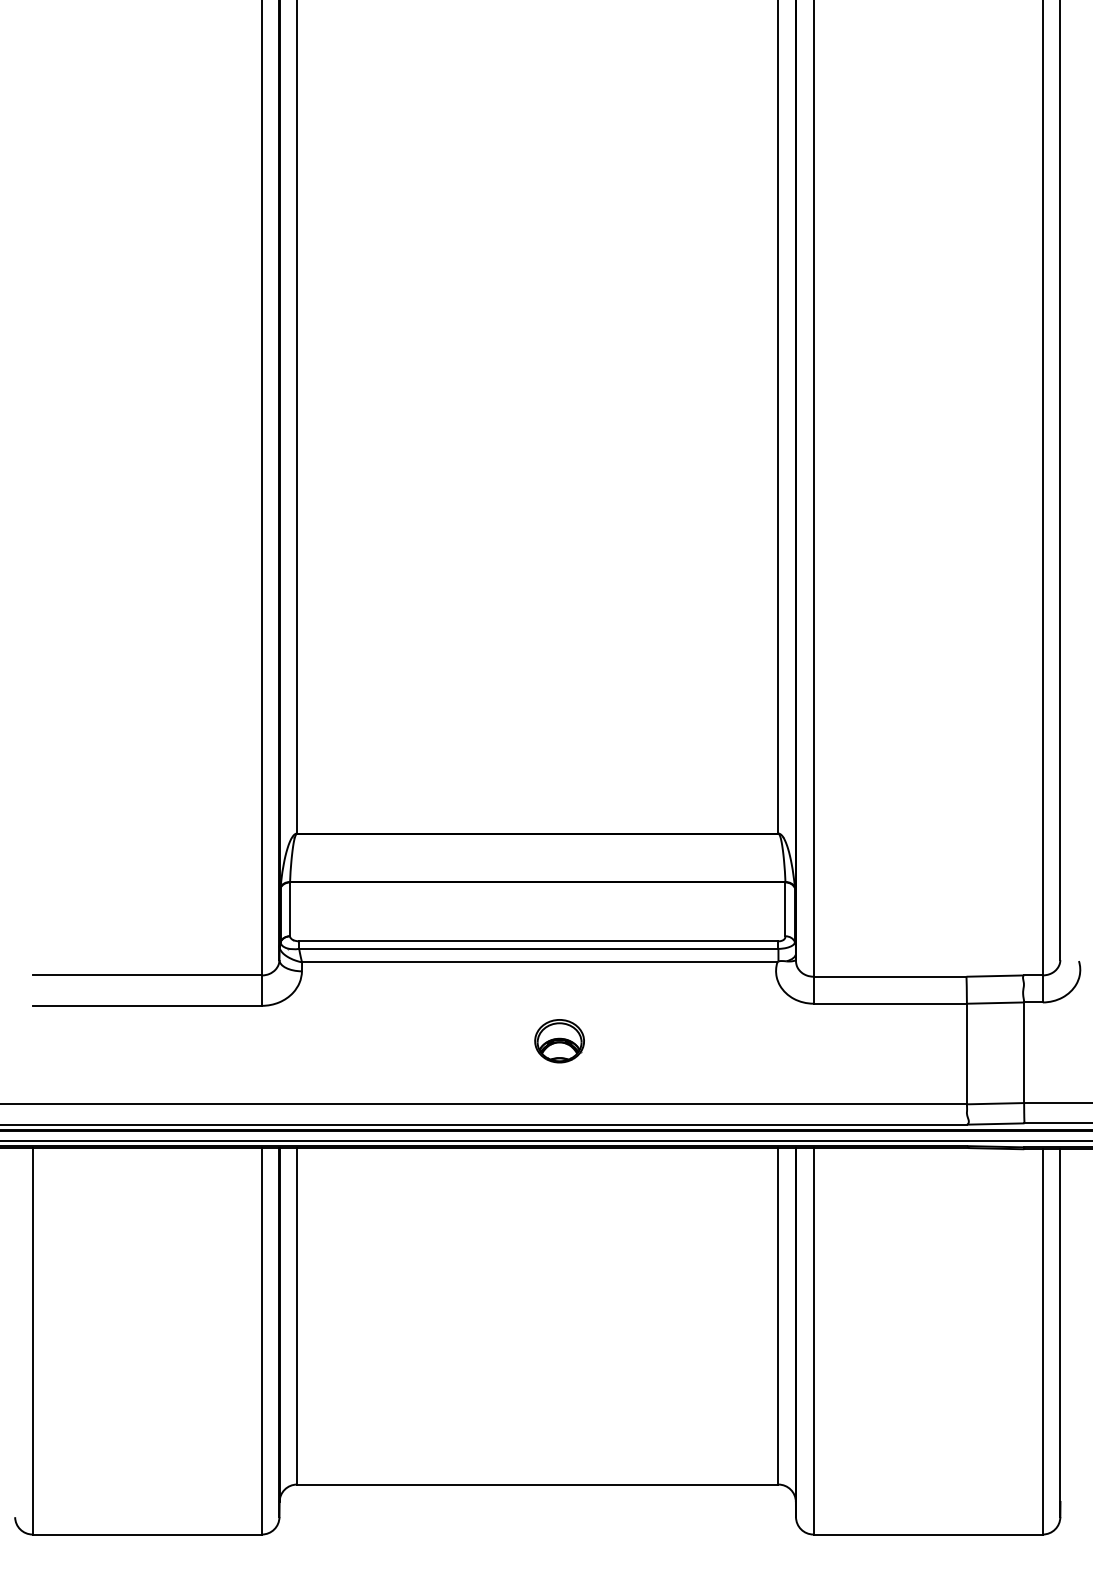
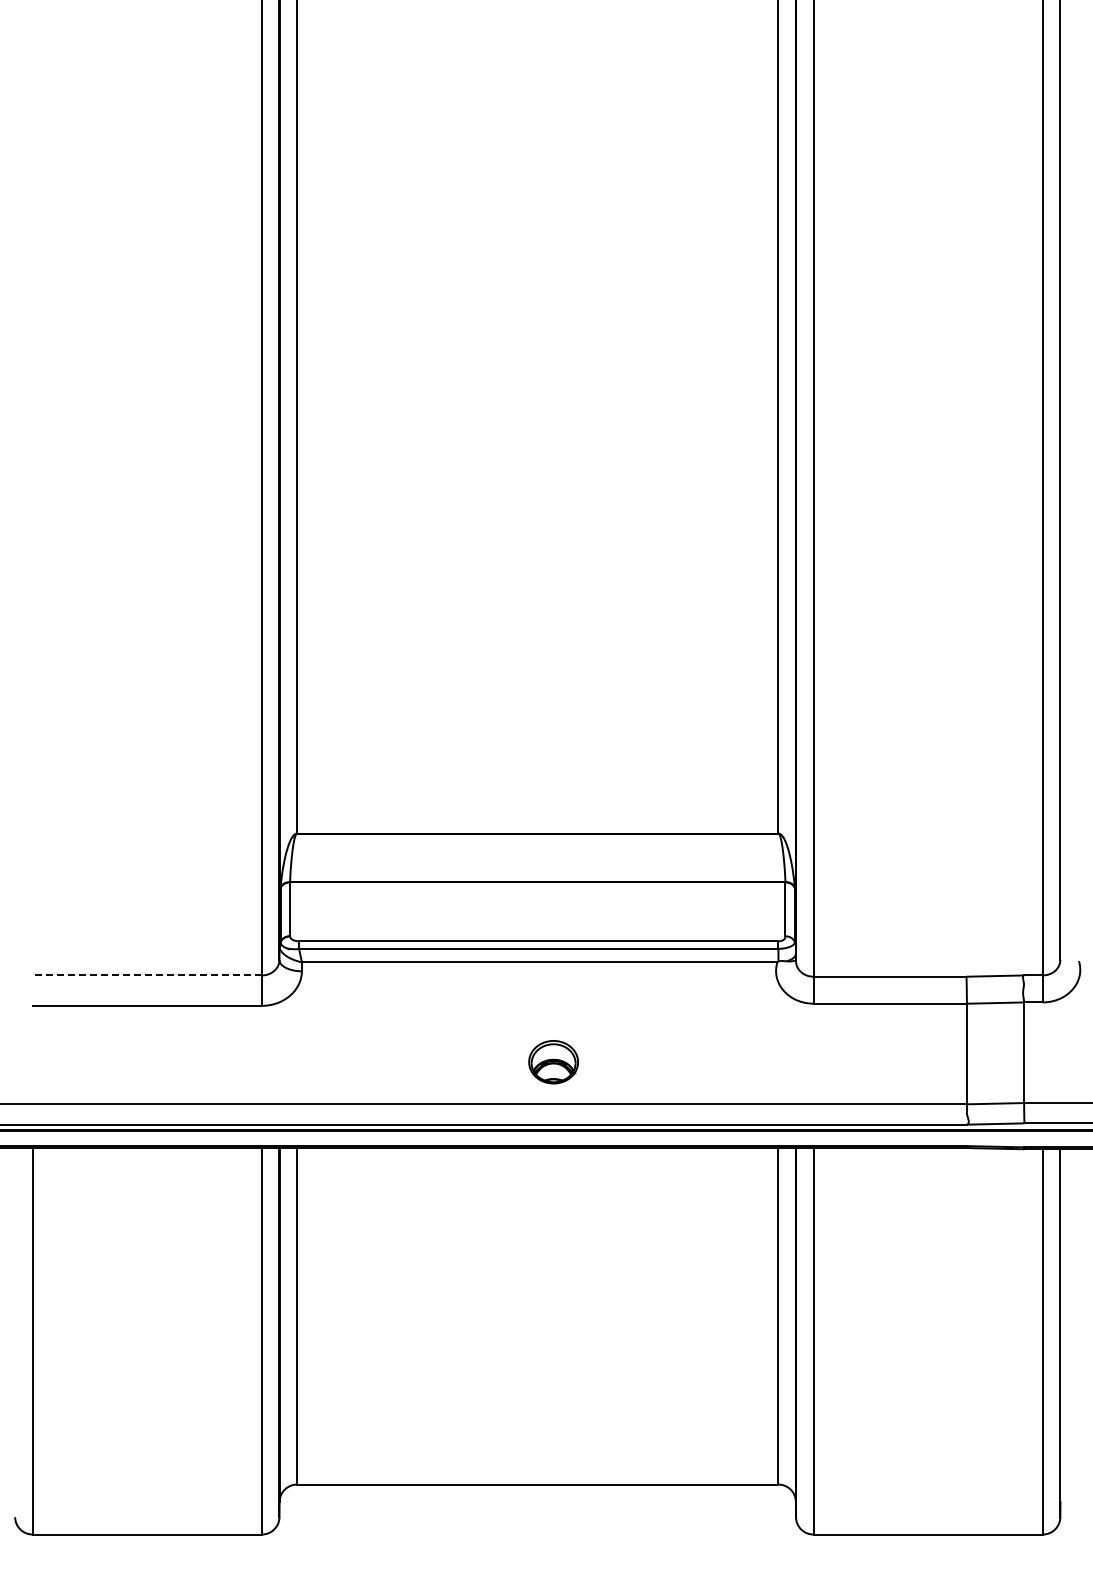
line at (147, 975): solid -> dashed
part at (559, 1041) position: (559, 1041) -> (553, 1062)
line at (545, 1141): present -> none
